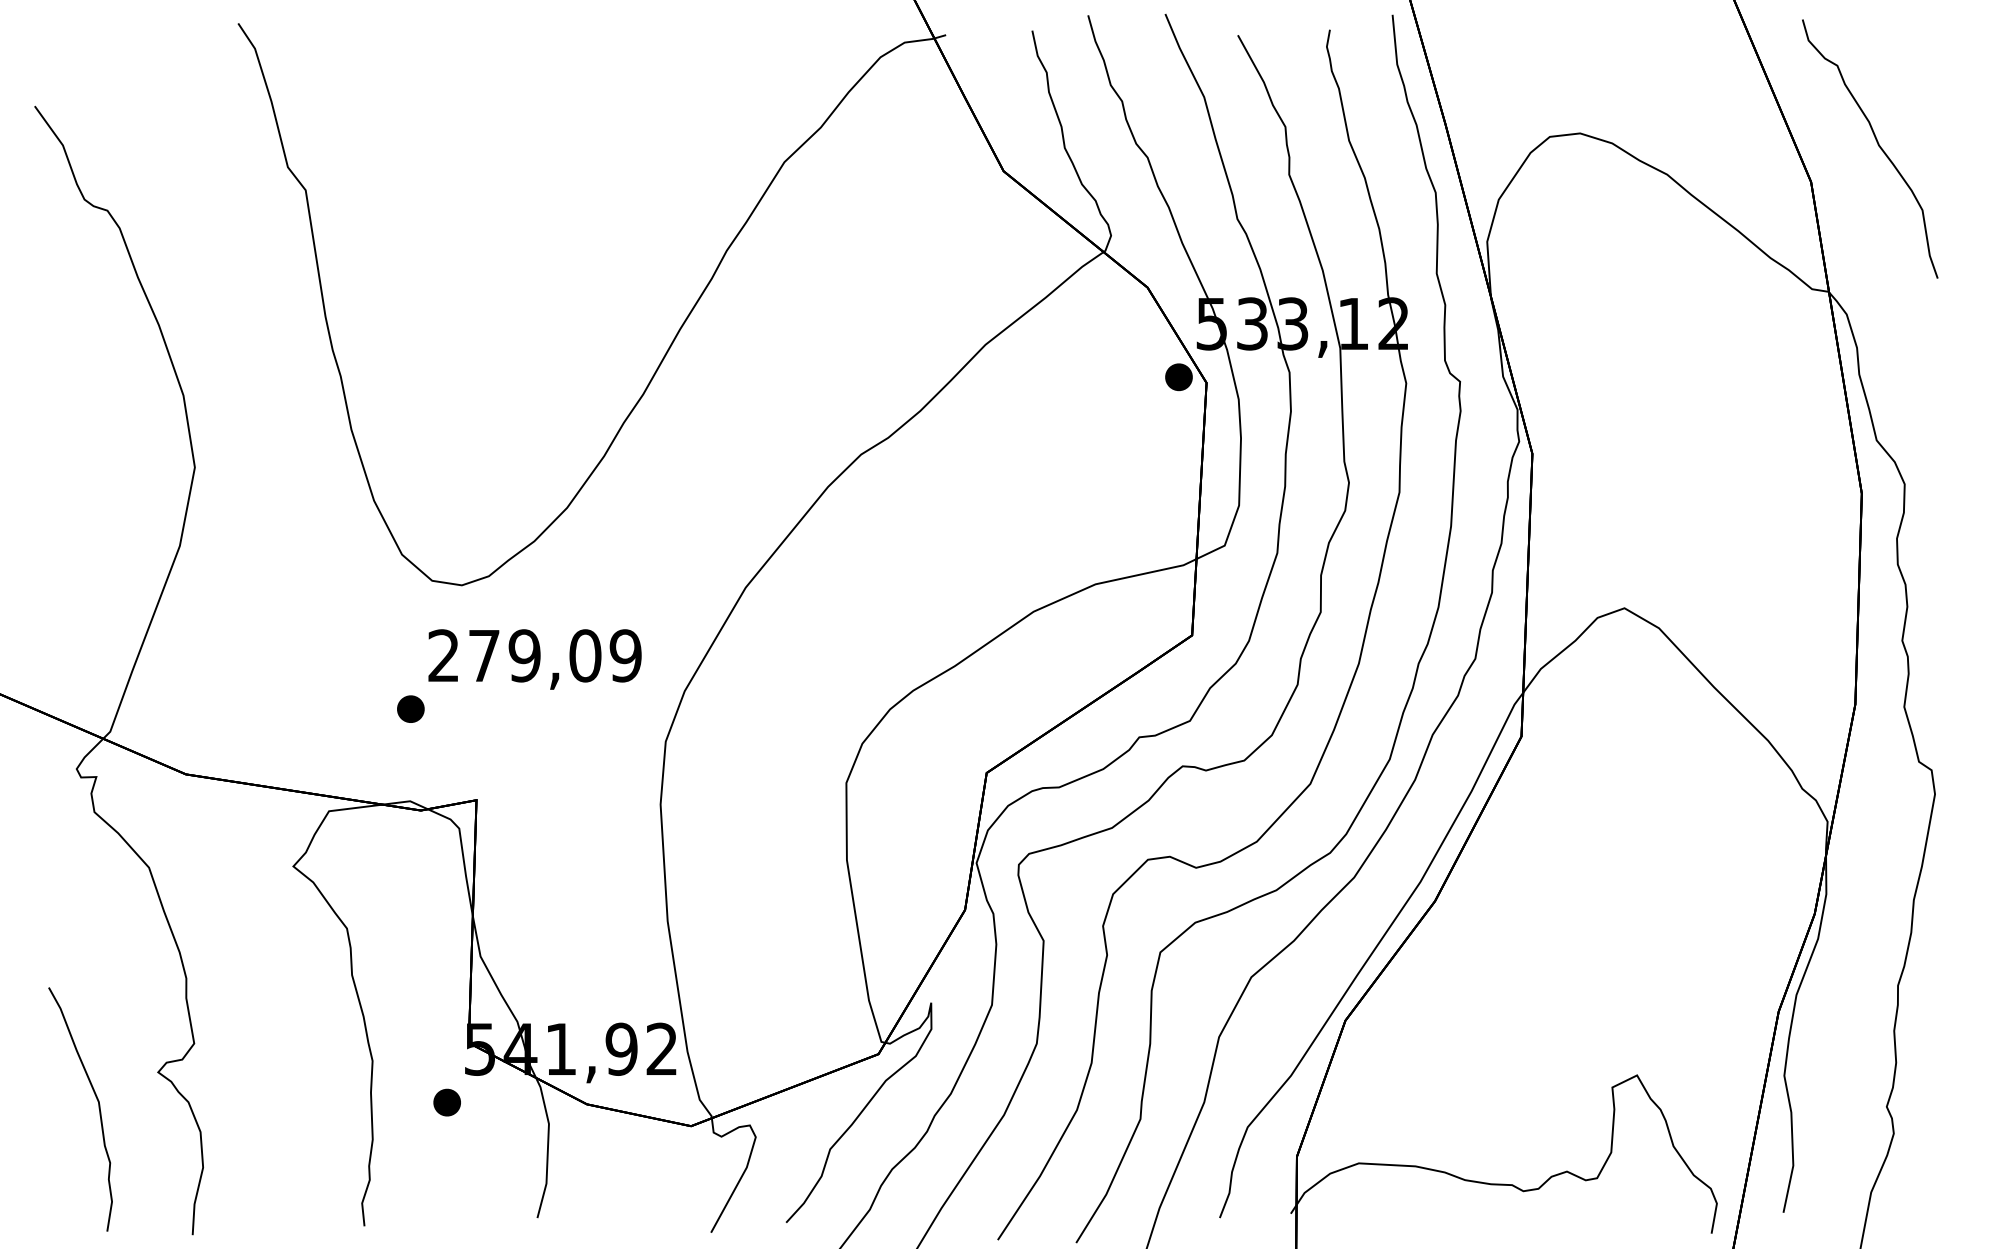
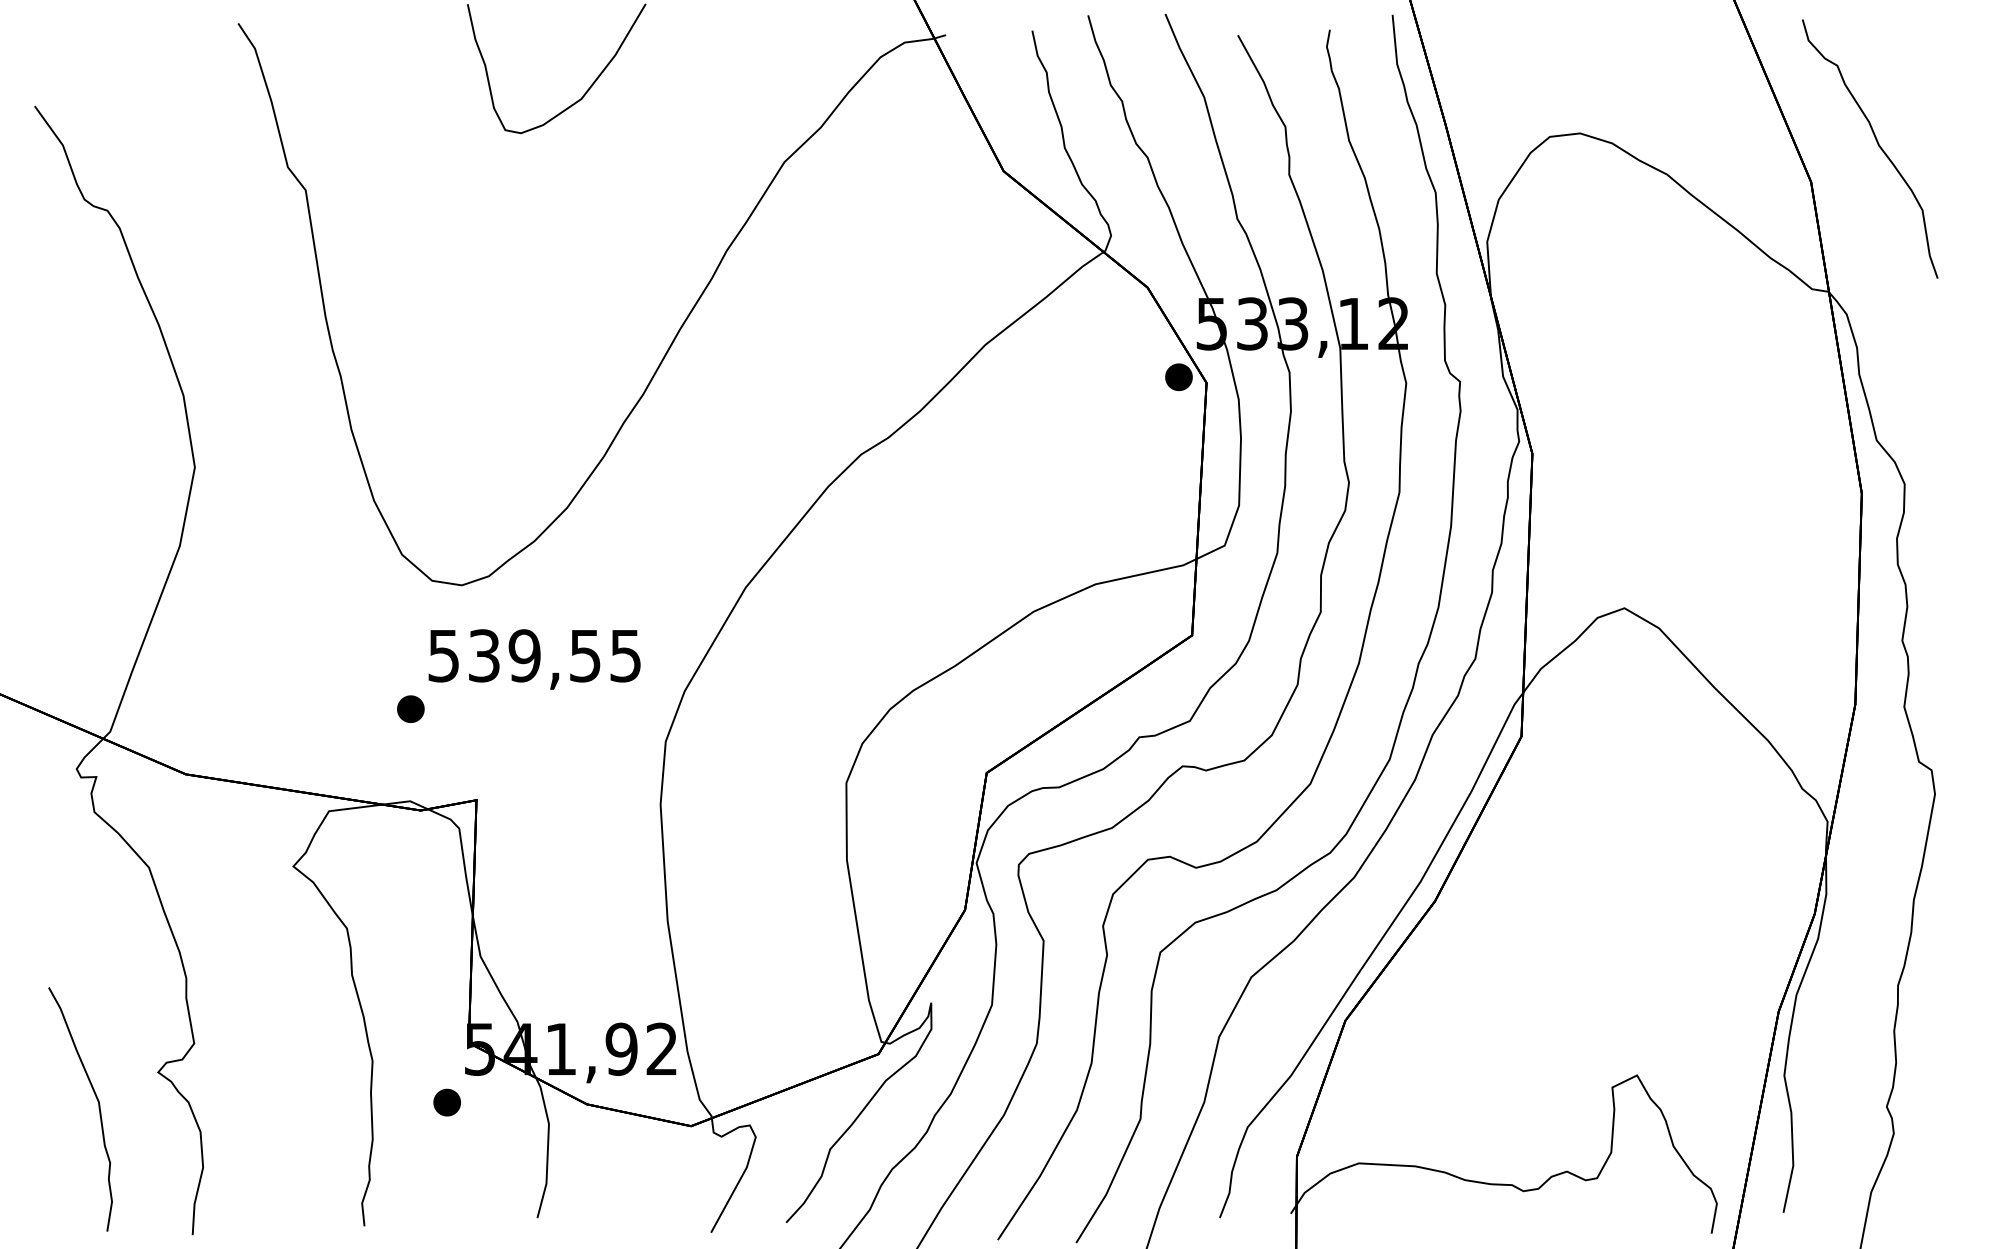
part at (586, 90): none -> present
text at (534, 655): 279,09 -> 539,55
